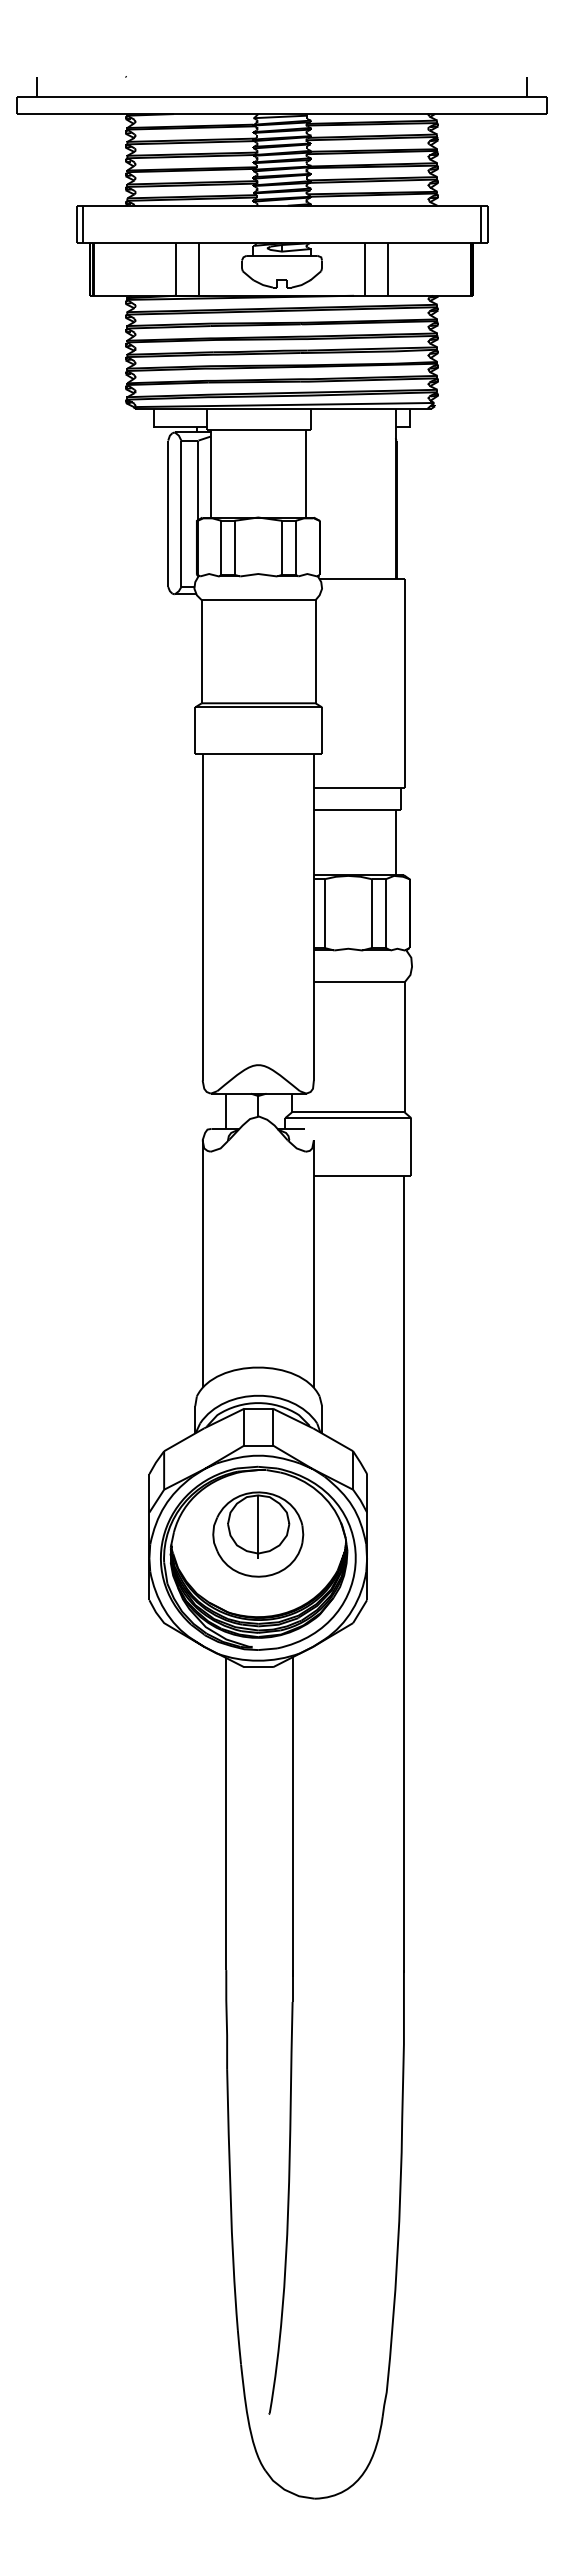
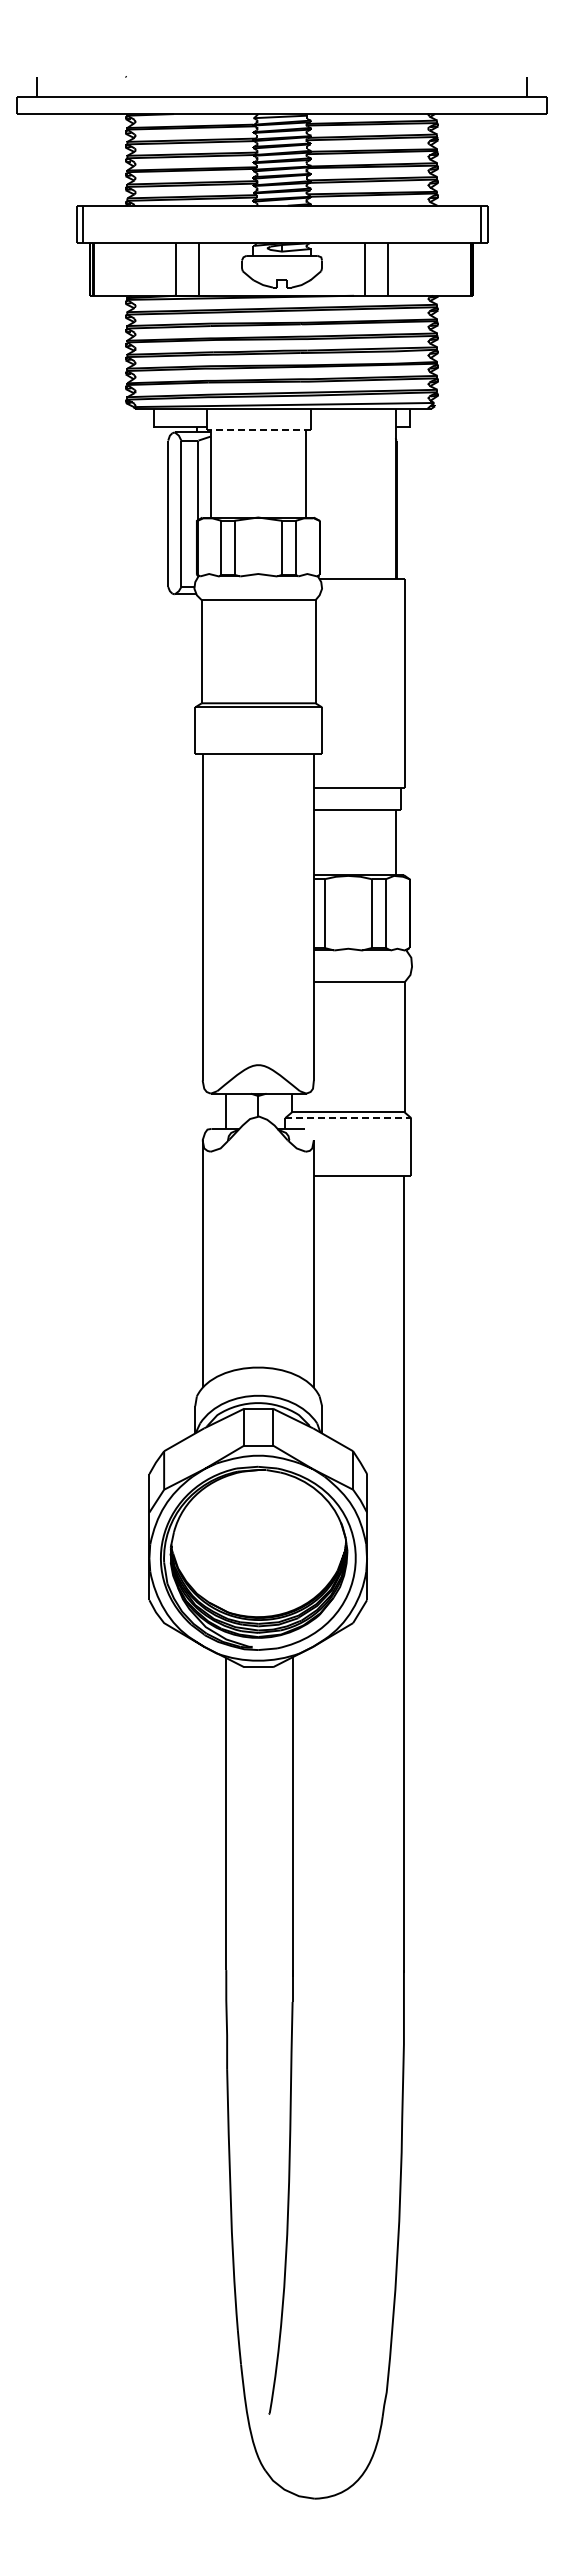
line at (258, 429): solid -> dashed
line at (348, 1118): solid -> dashed
part at (258, 1534): present -> none
